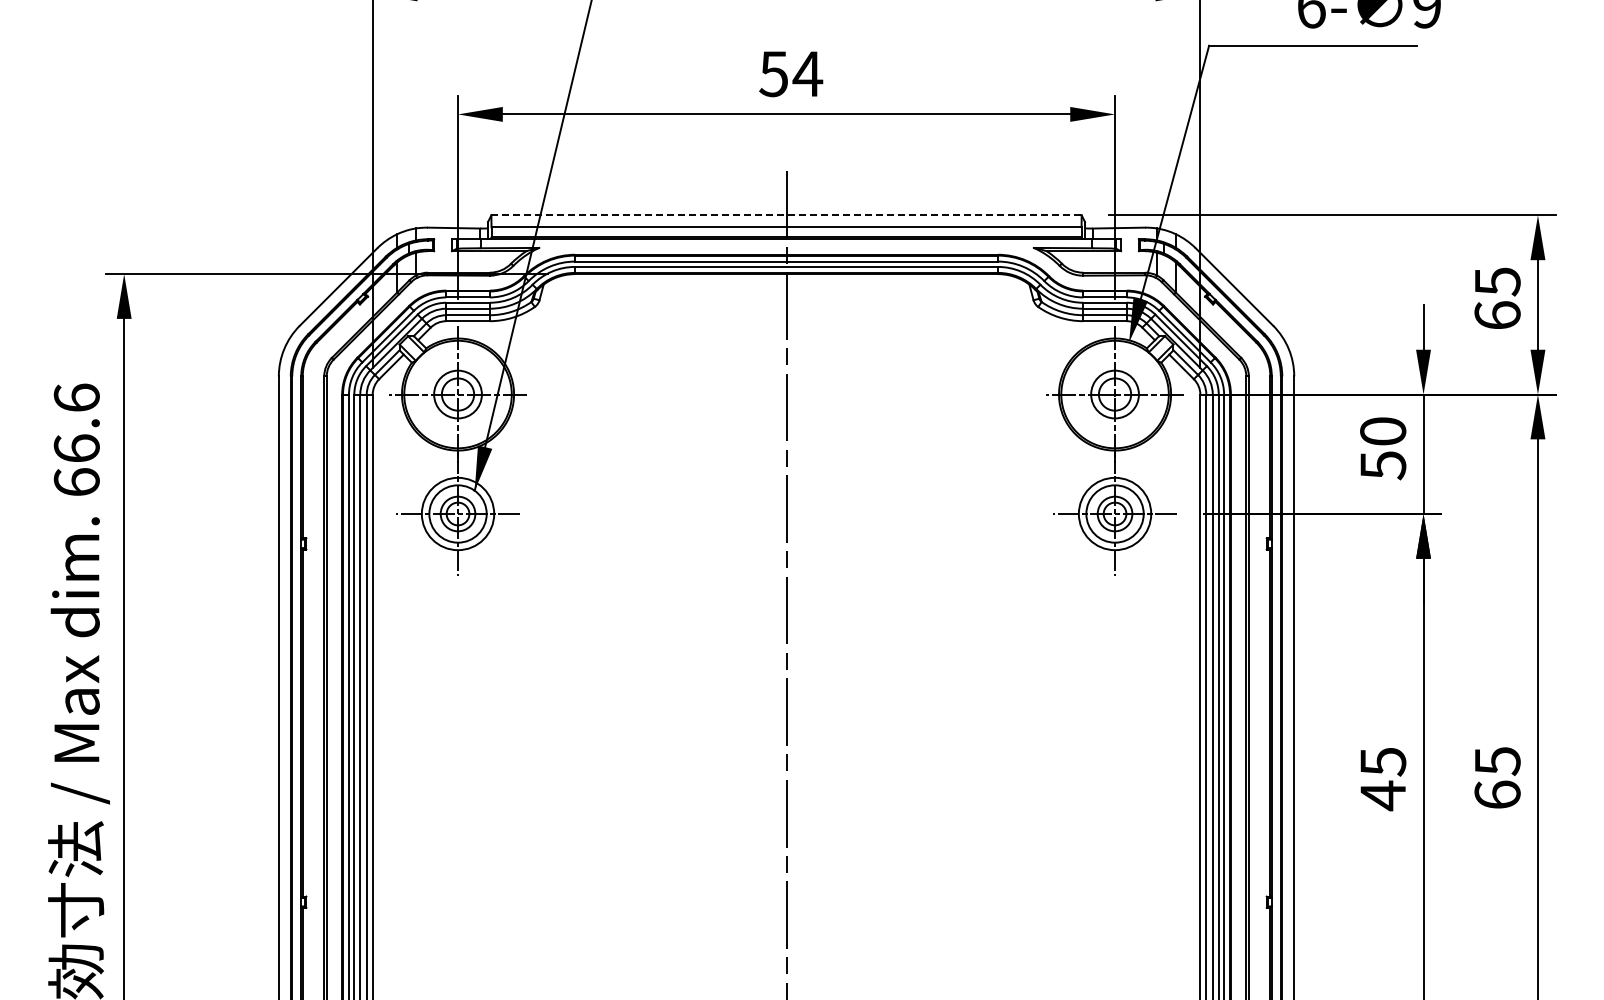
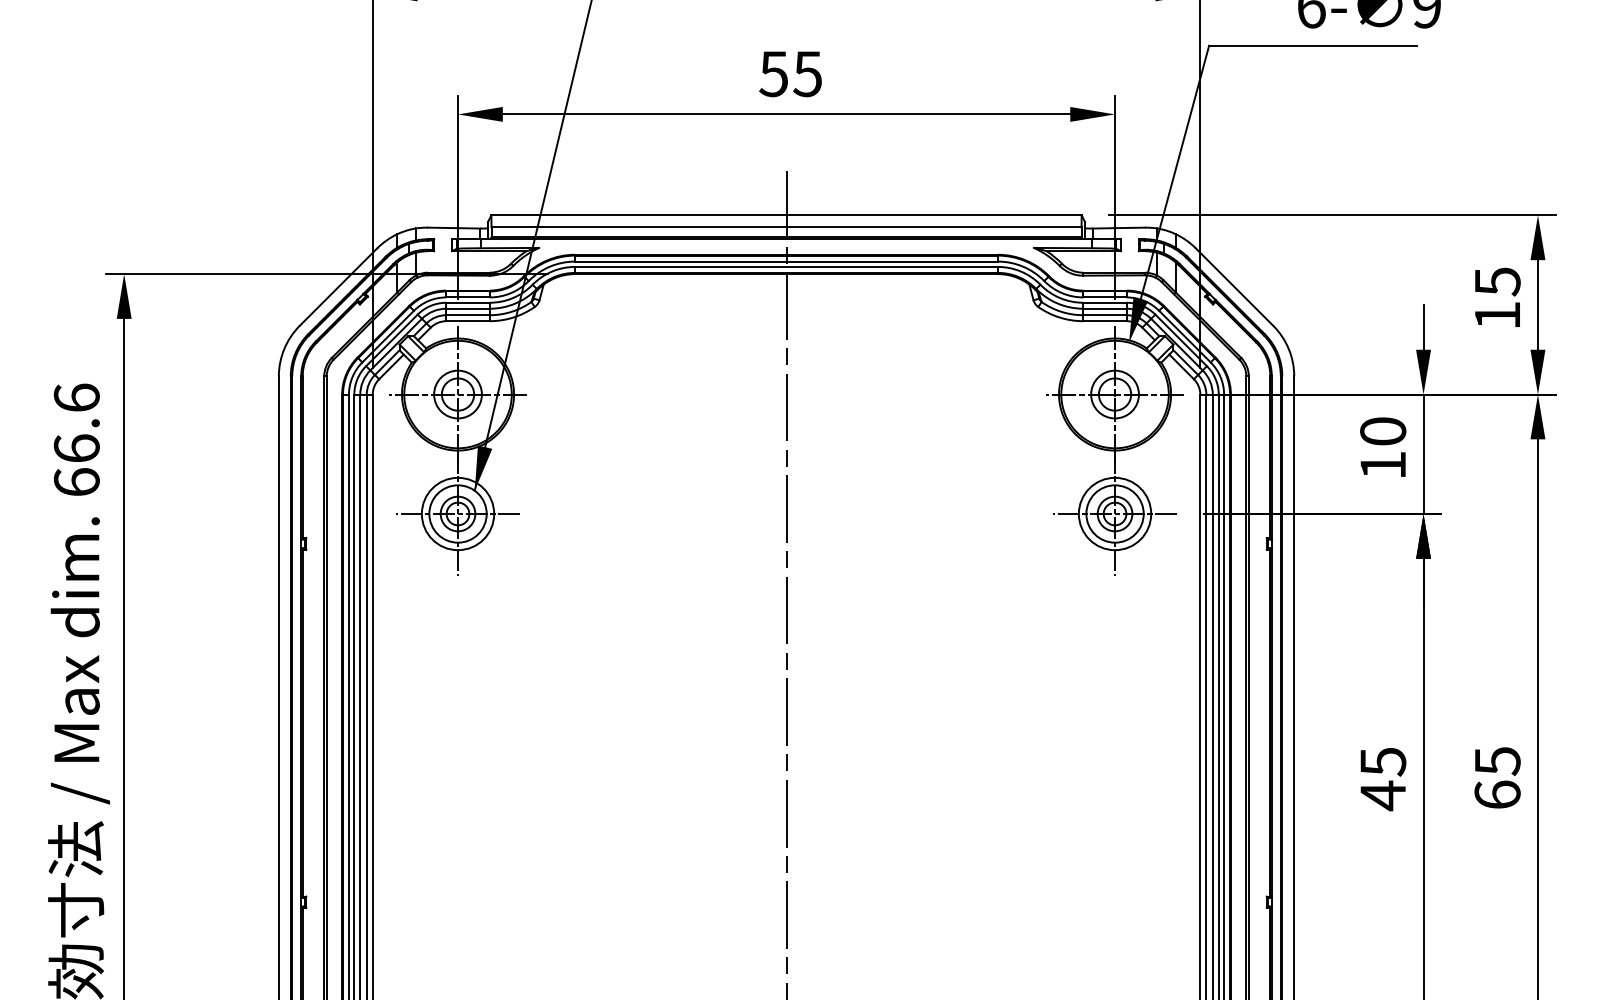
text at (807, 74): 54 -> 55
line at (787, 215): dashed -> solid
text at (1497, 314): 65 -> 15
text at (1383, 465): 50 -> 10
